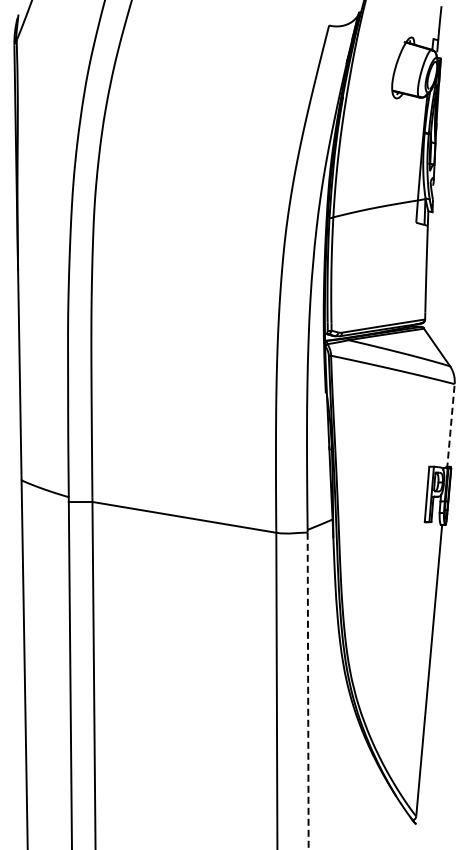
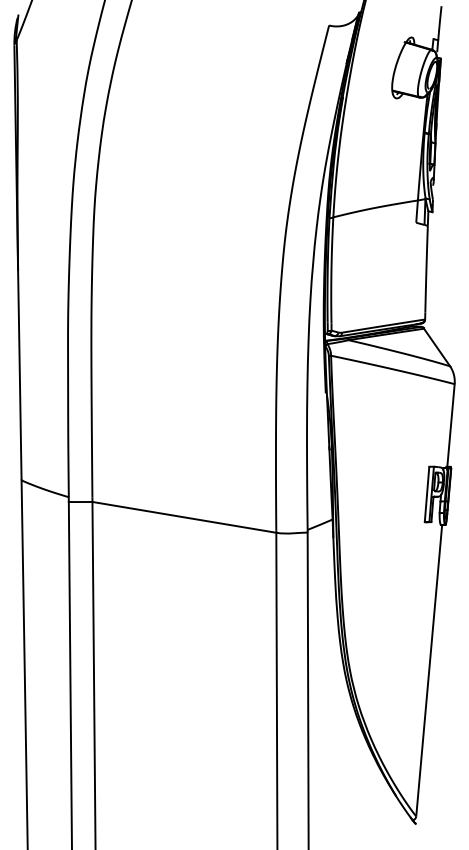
line at (450, 426): dashed -> solid
line at (308, 690): dashed -> solid
